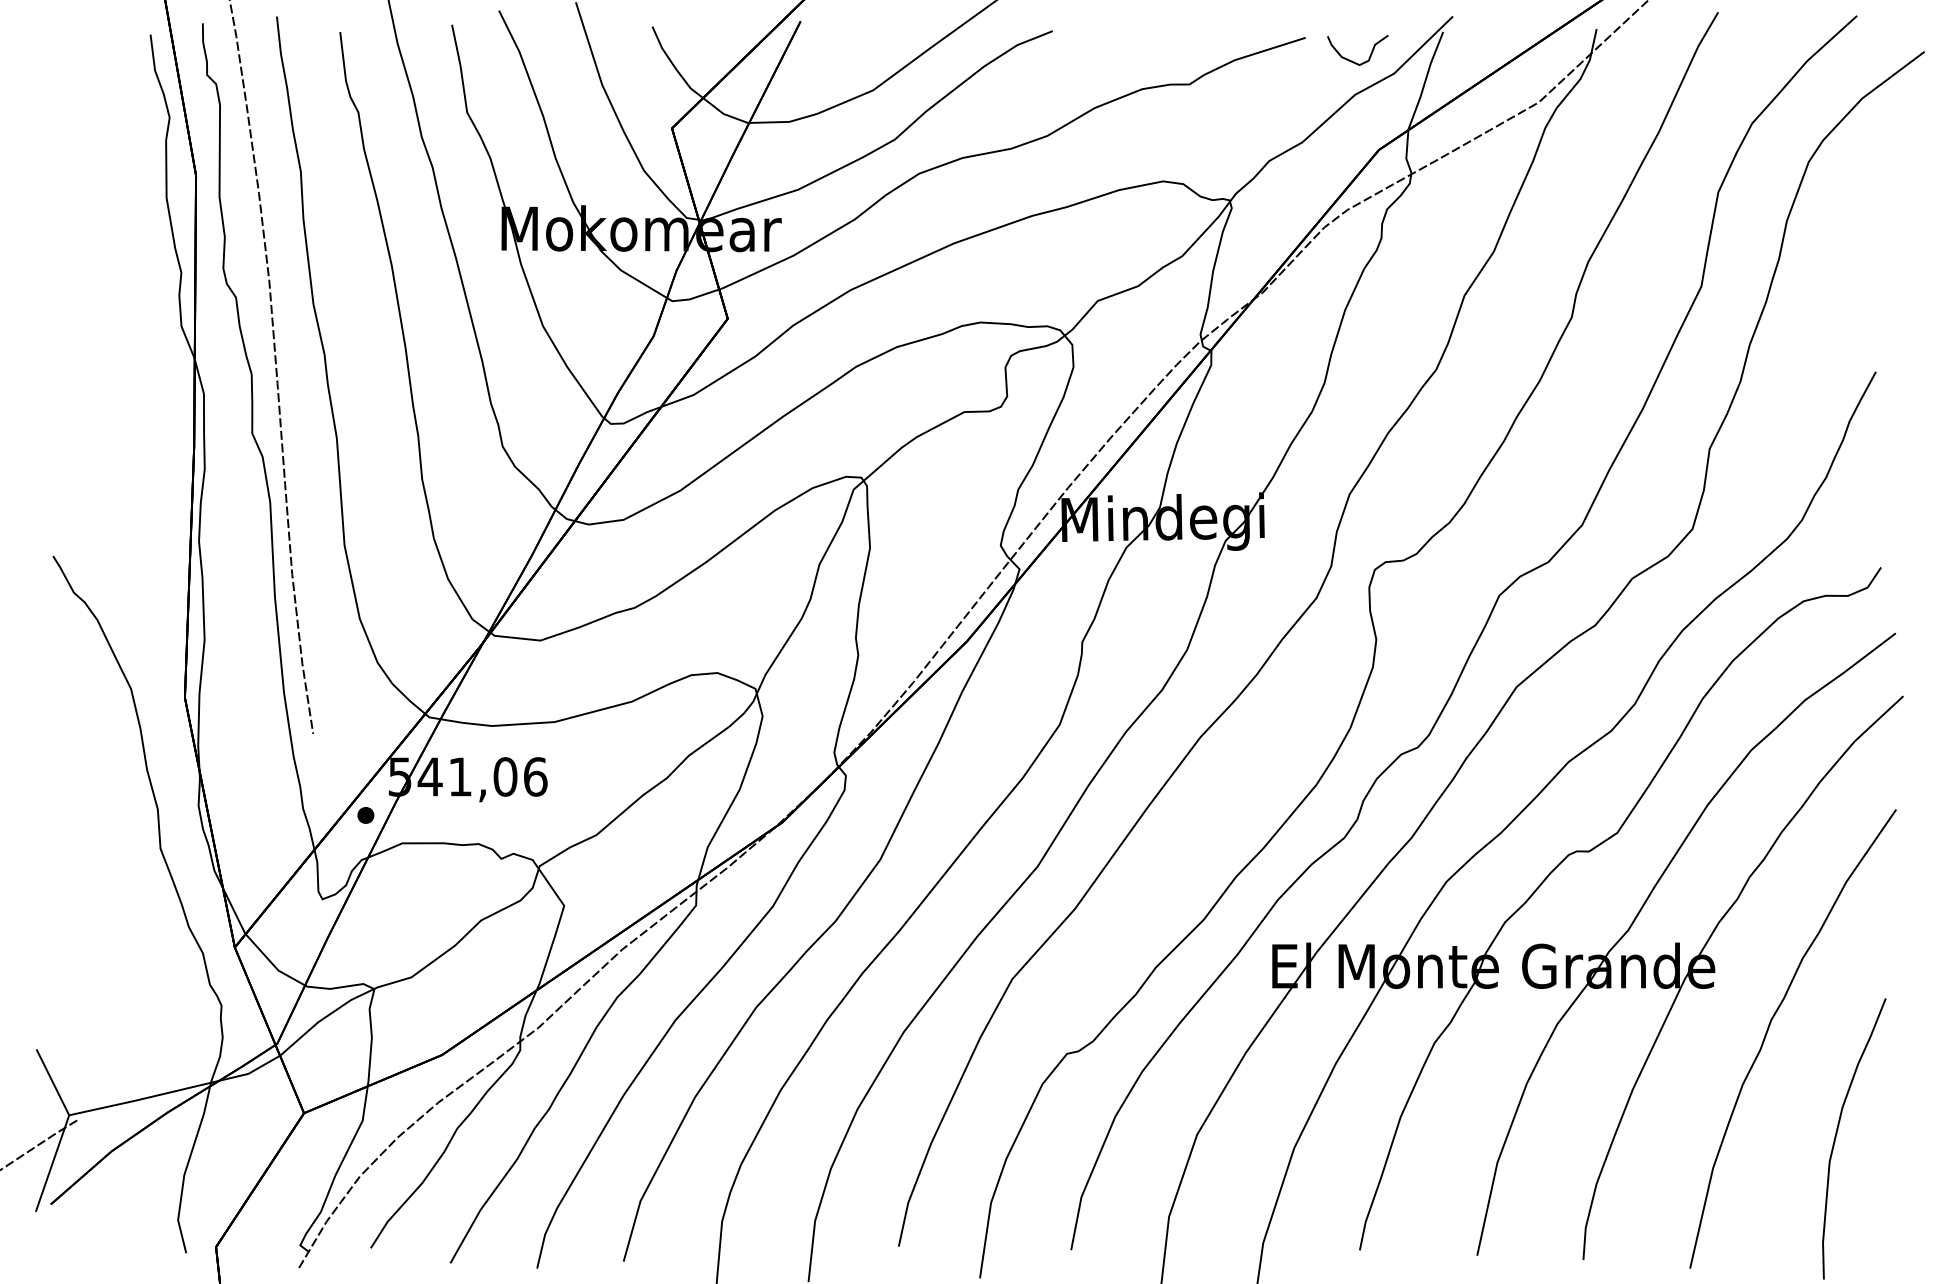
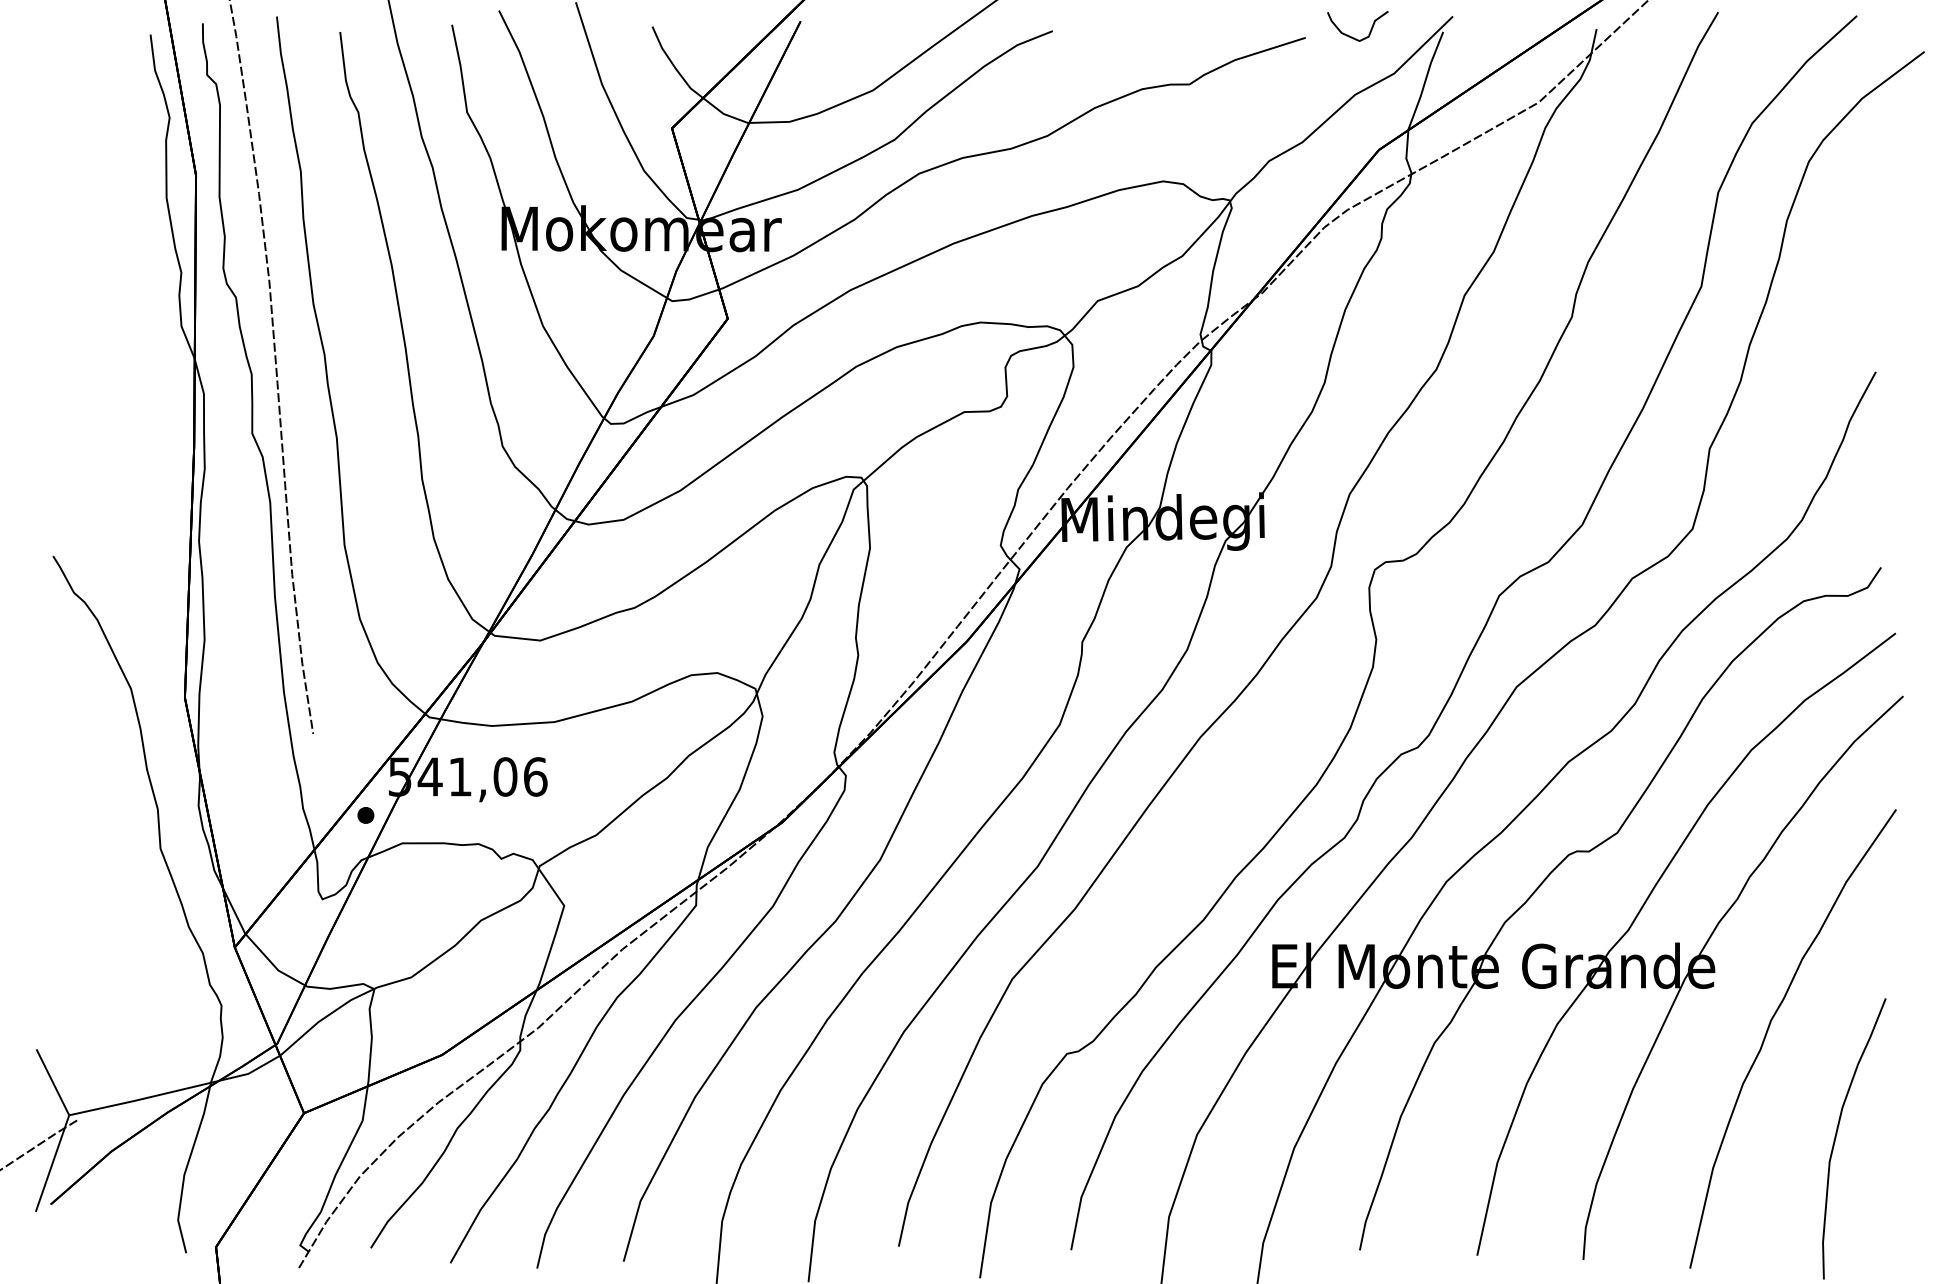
curve at (1352, 60) position: (1352, 60) -> (1352, 36)
